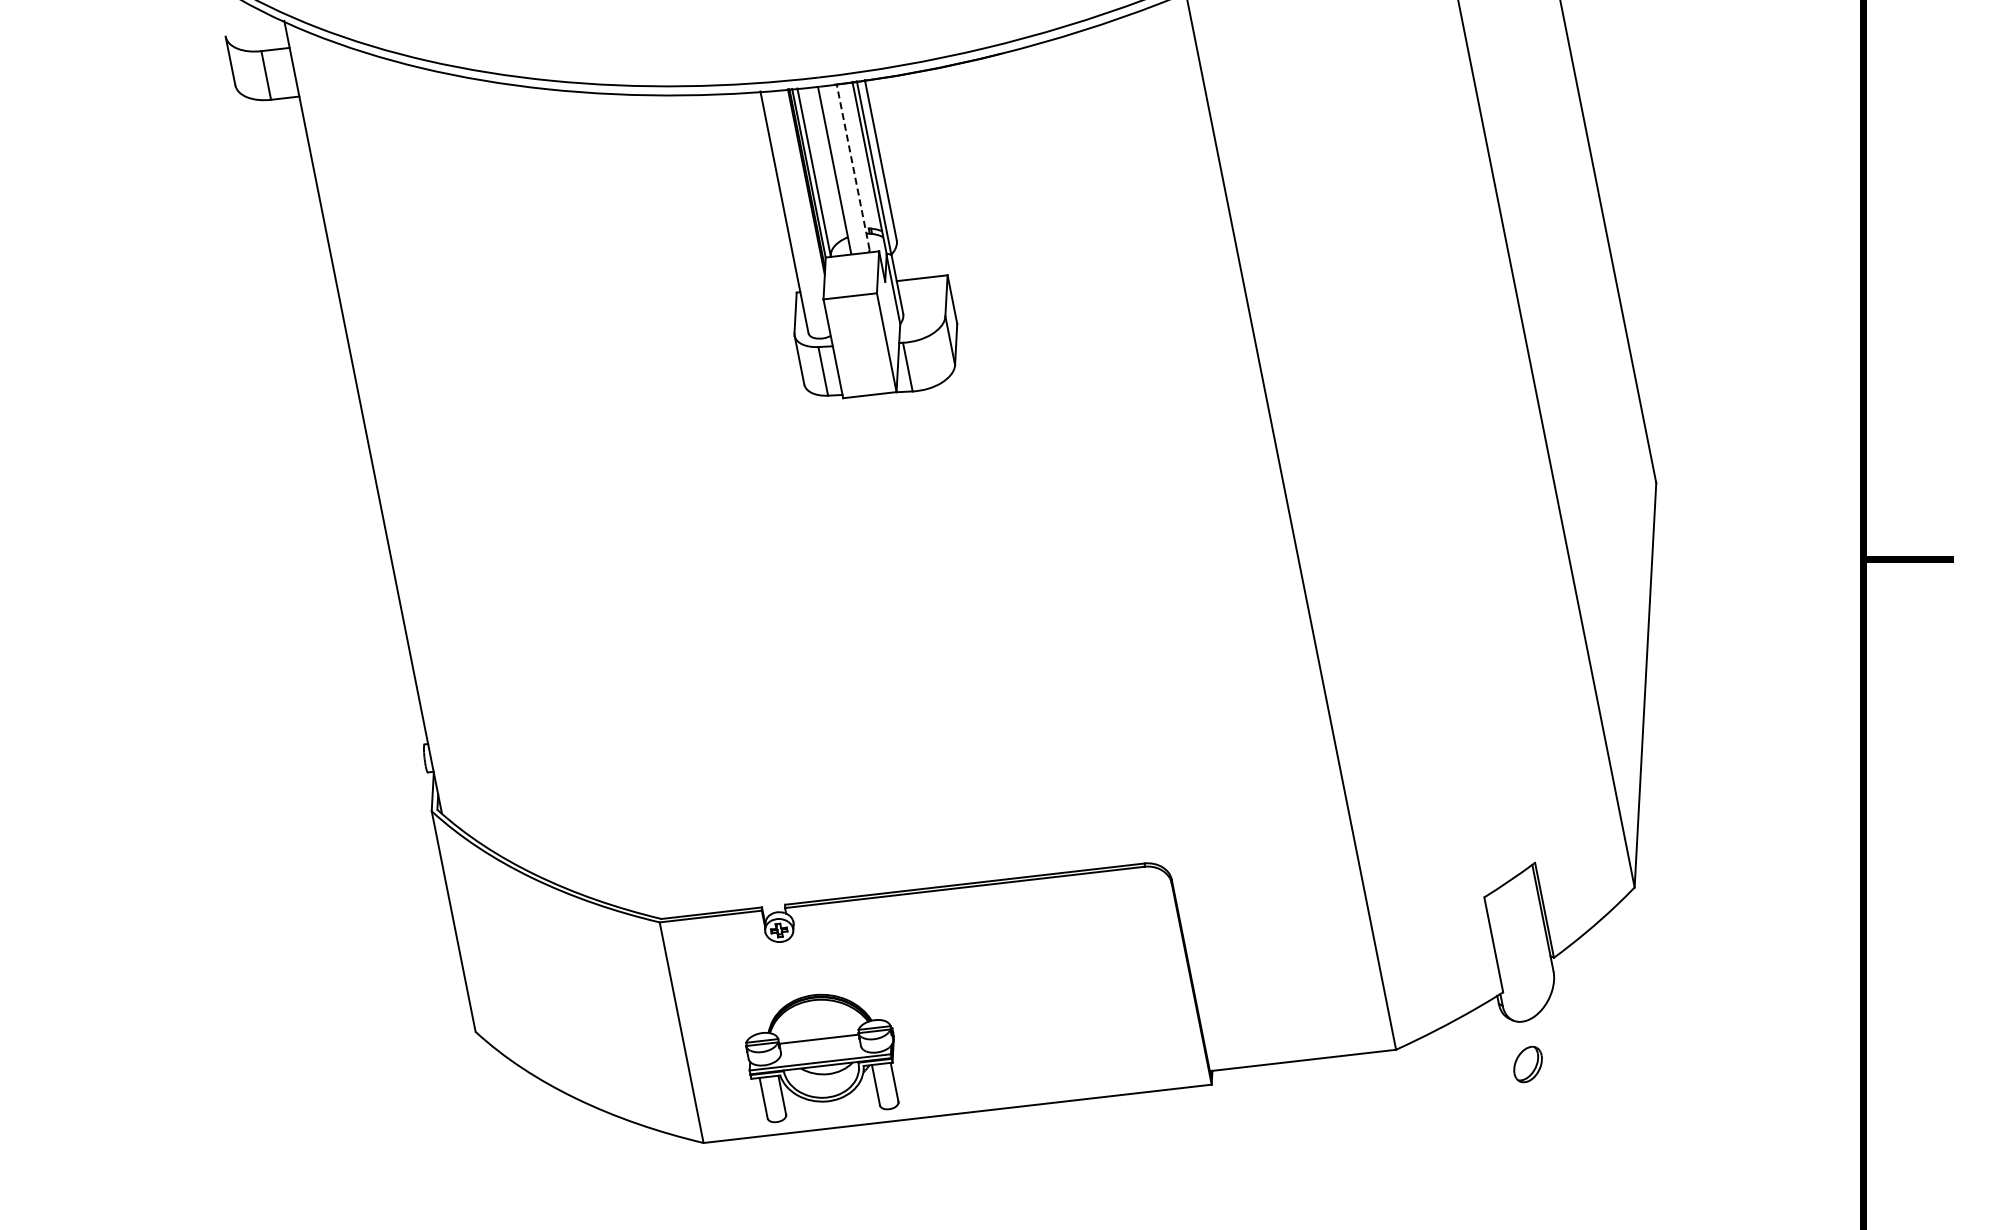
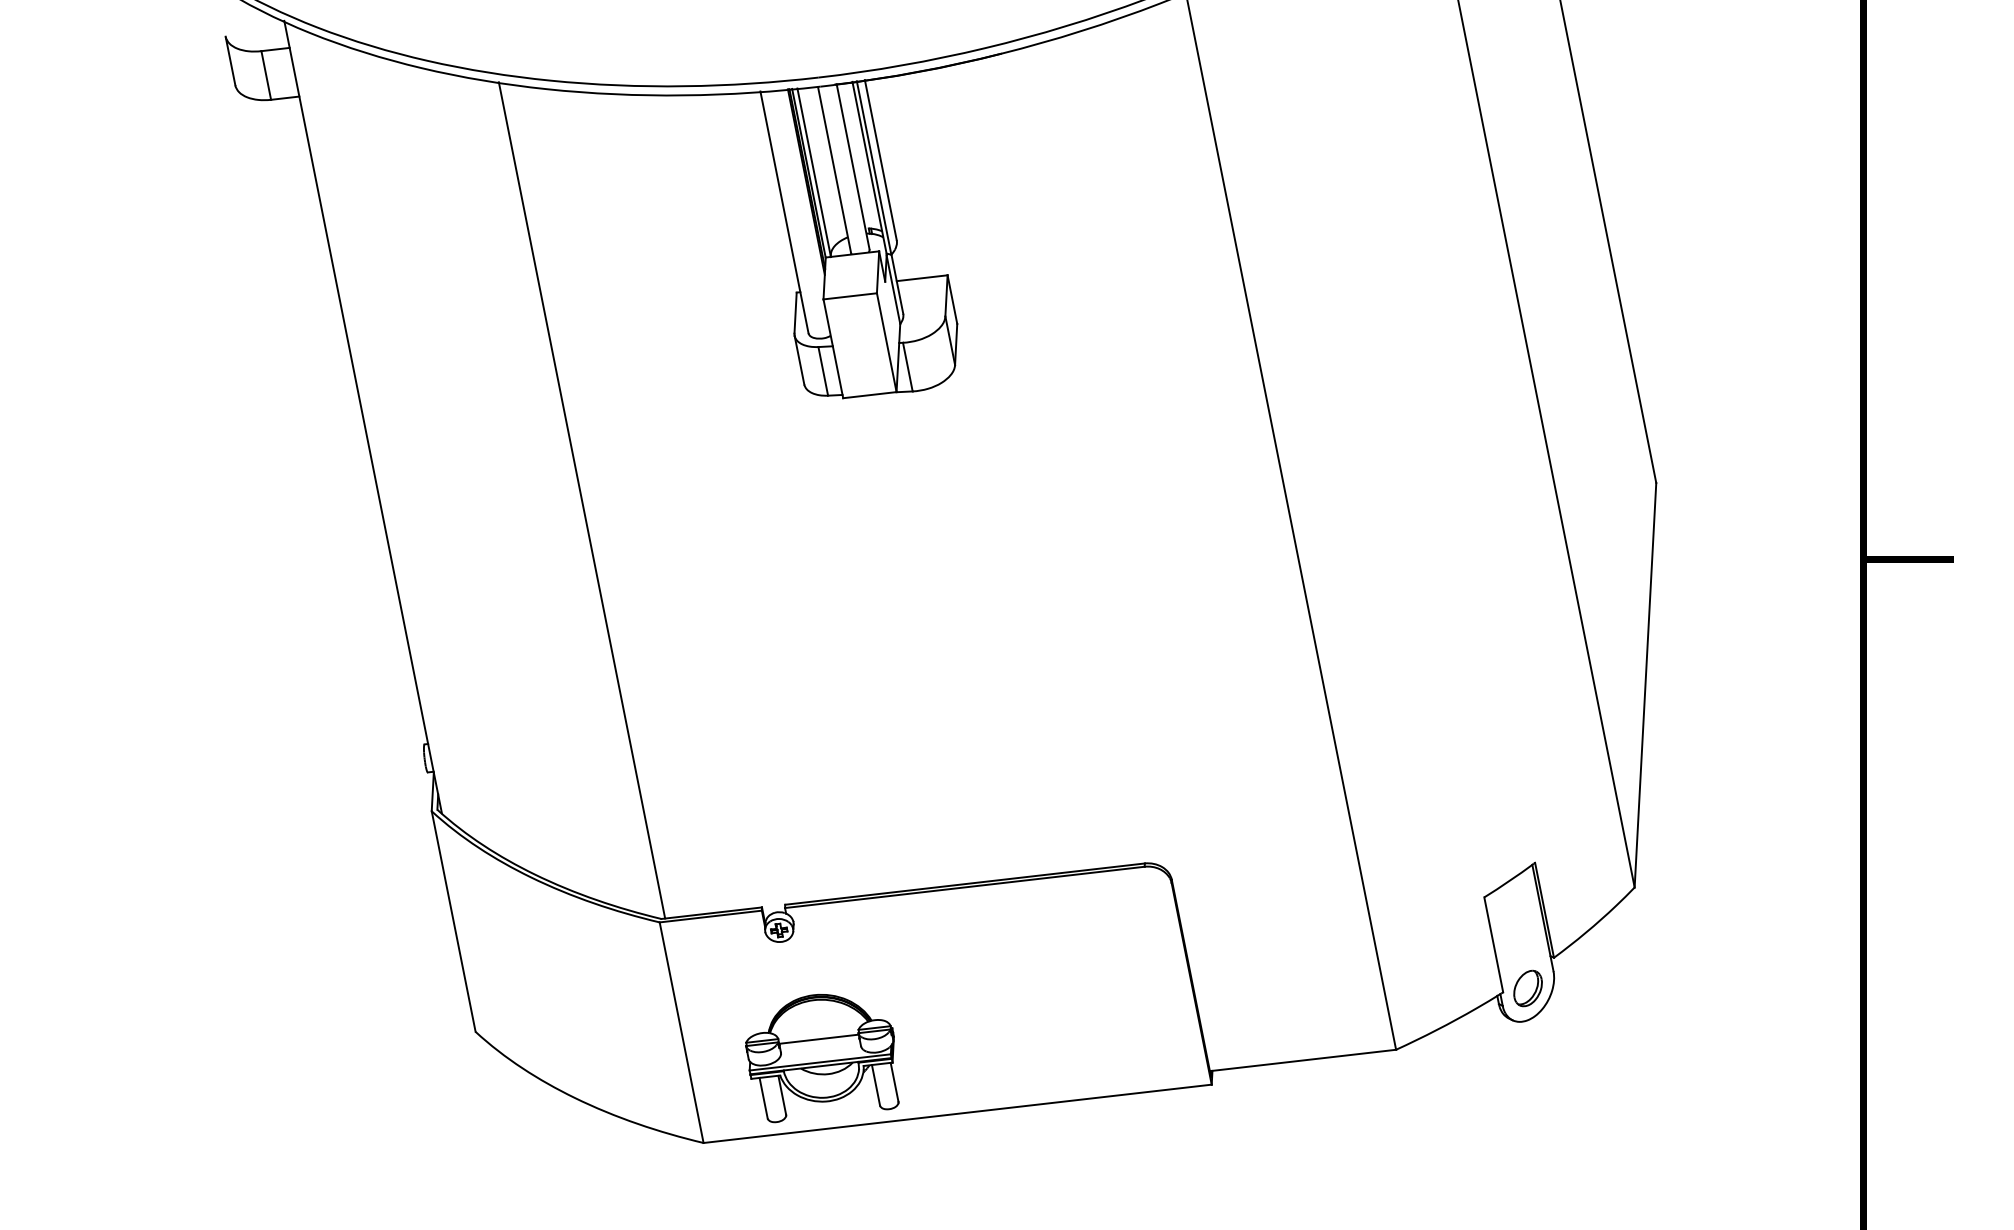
line at (853, 166): dashed -> solid
line at (581, 500): none -> present
part at (1527, 1064) position: (1527, 1064) -> (1527, 988)
